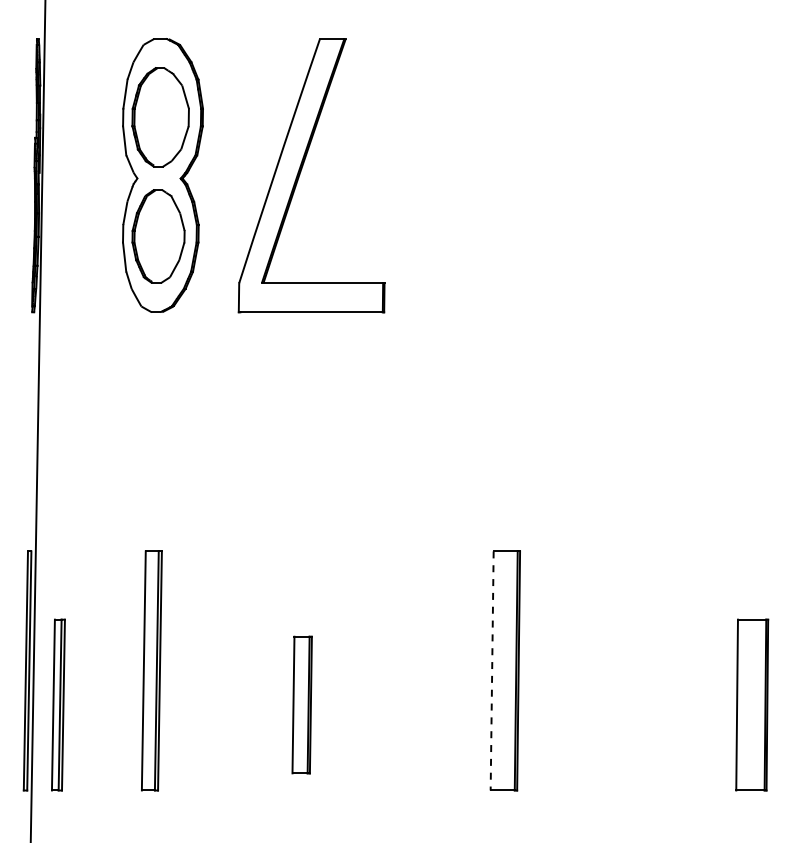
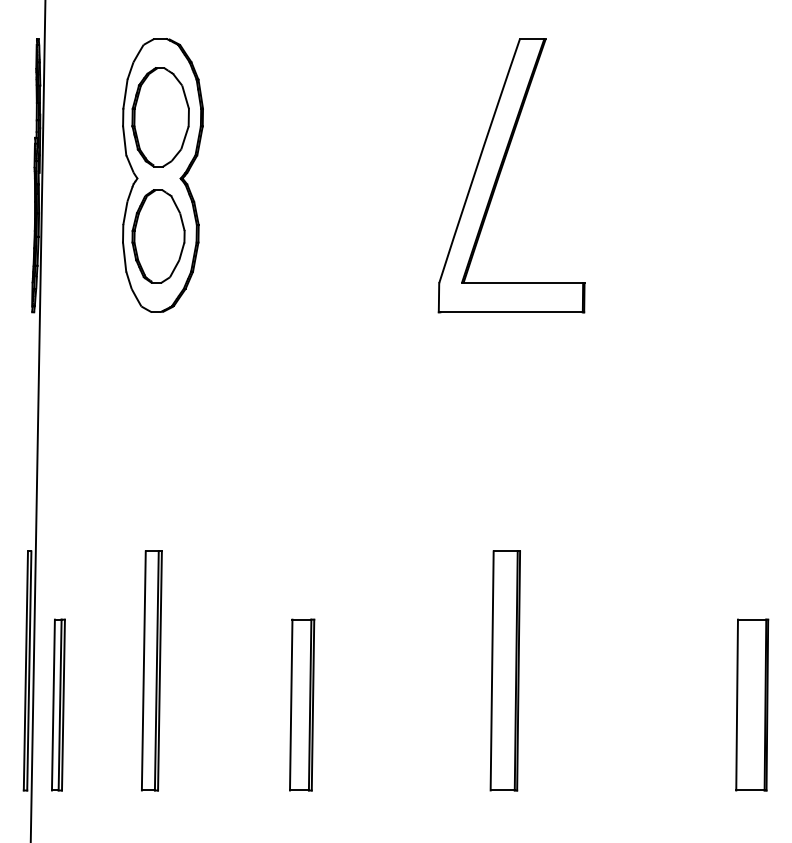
part at (301, 172) position: (301, 172) -> (501, 172)
line at (492, 670): dashed -> solid
part at (301, 704) size: 22x140 px -> 27x174 px
